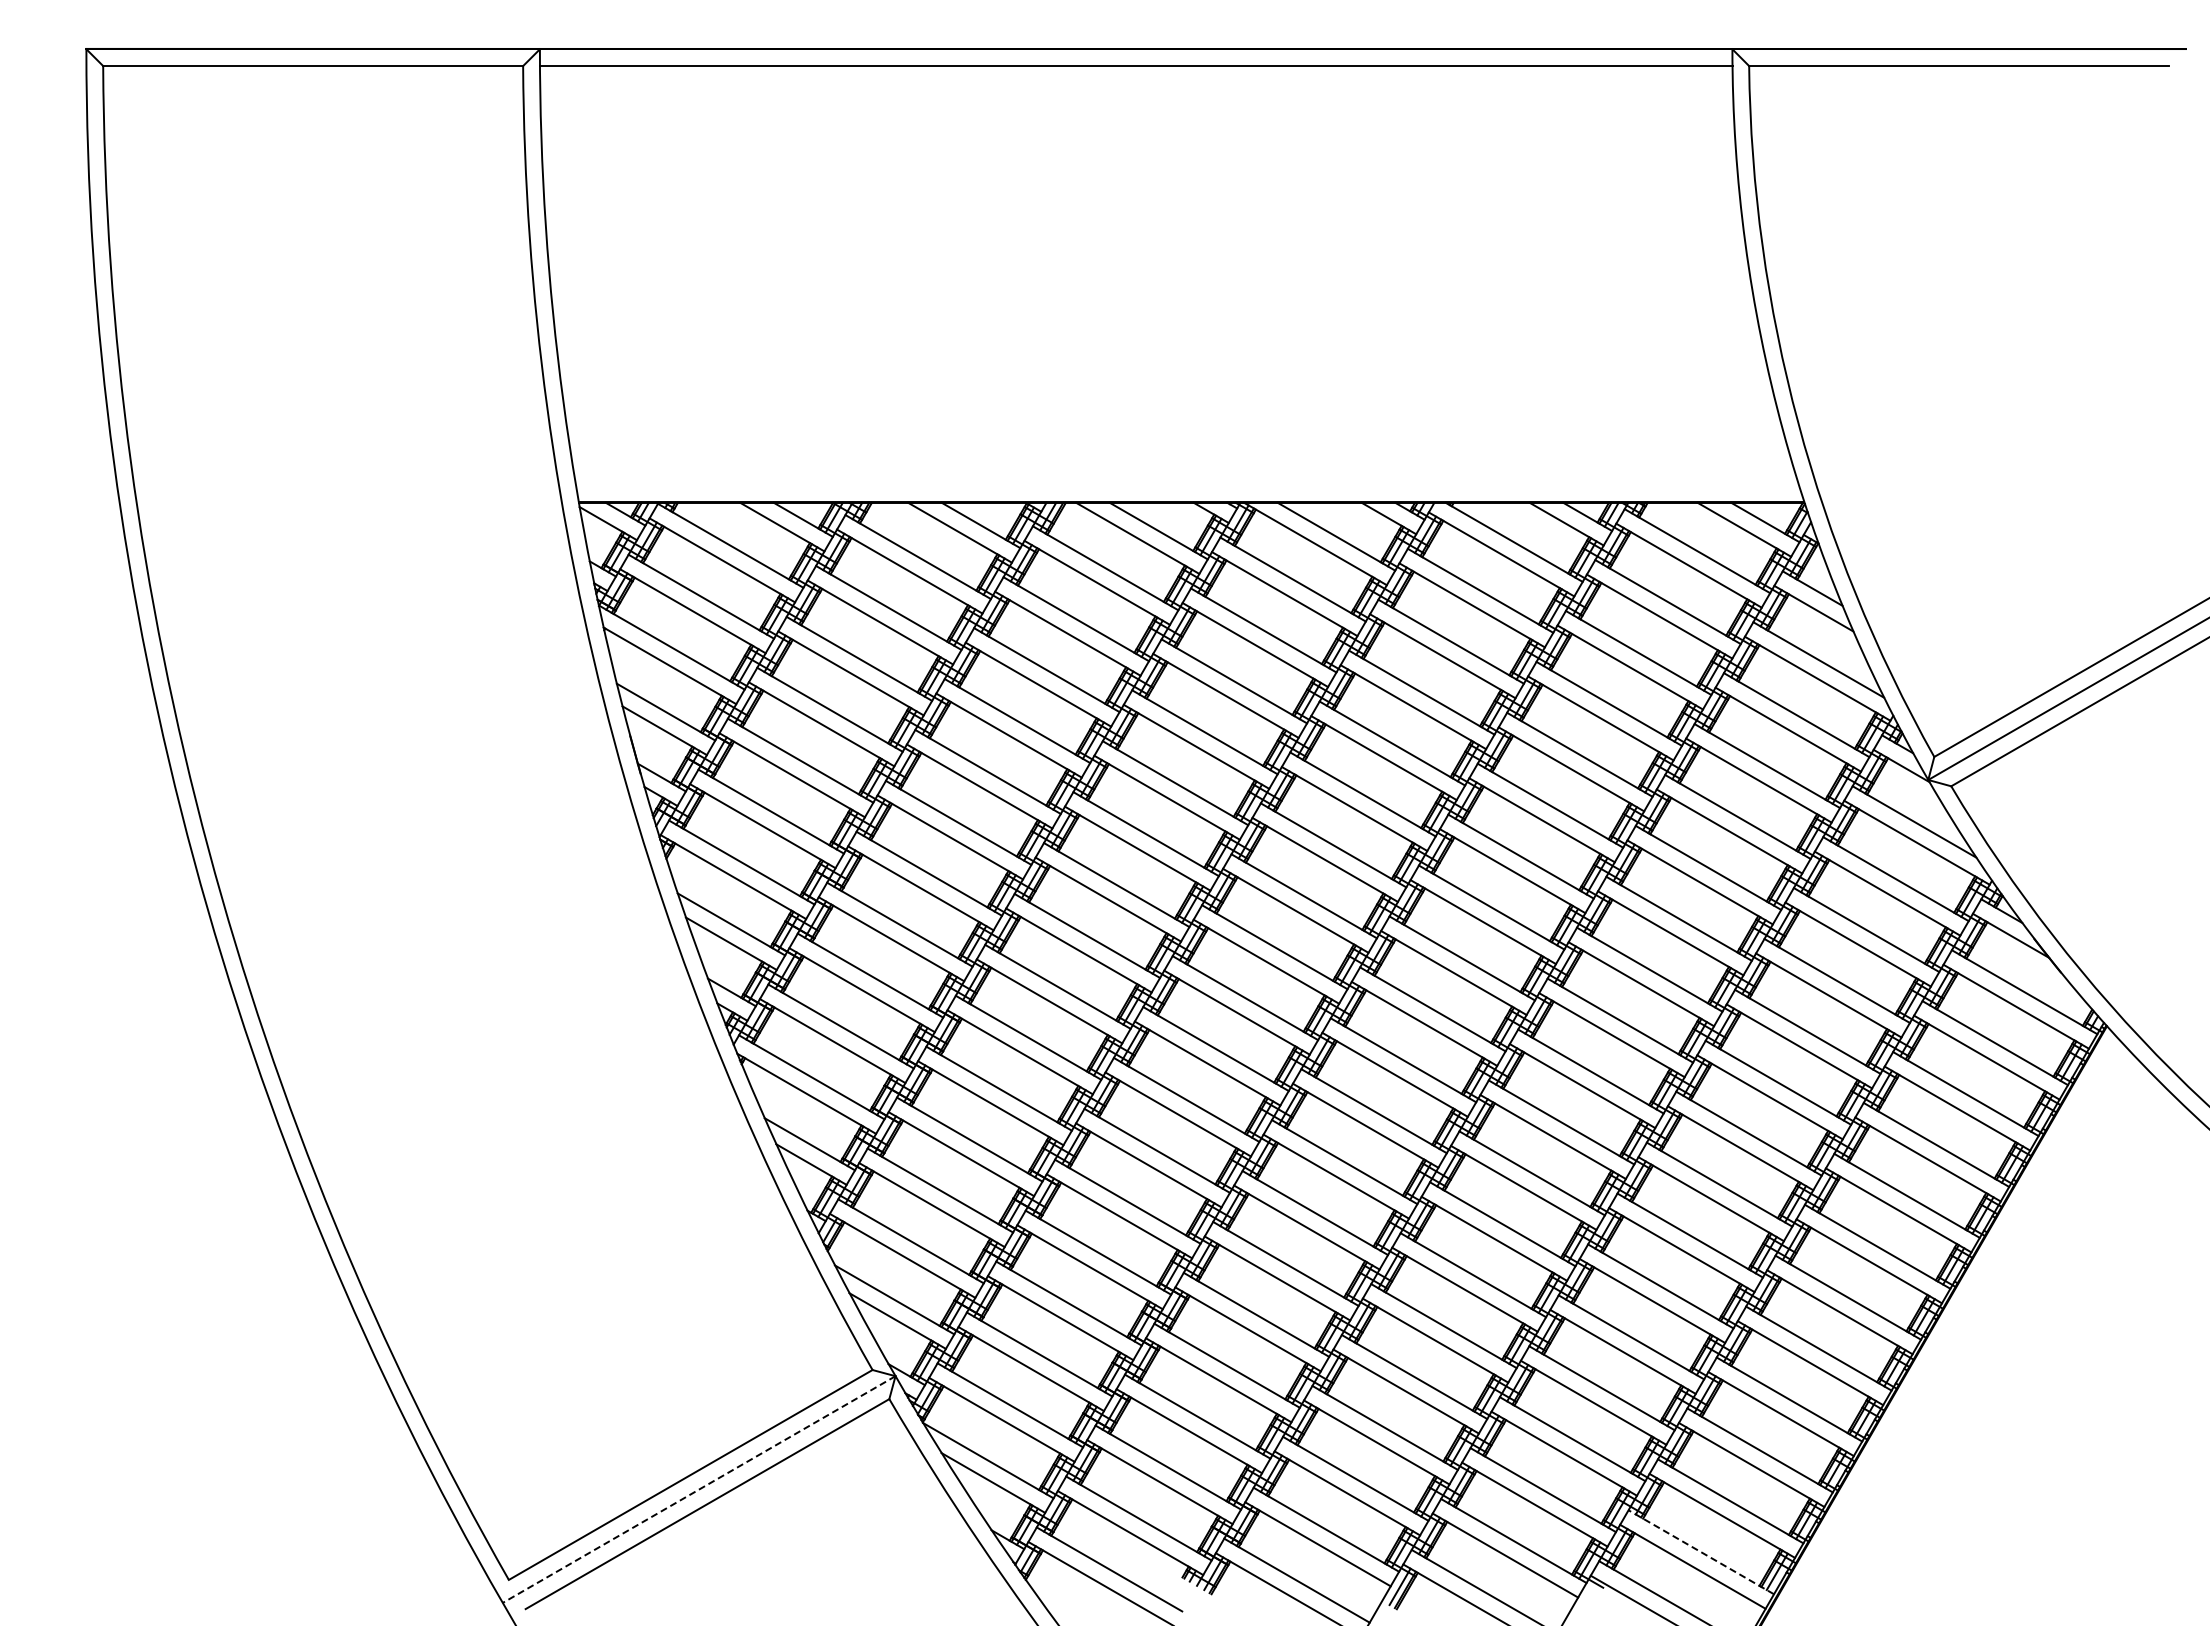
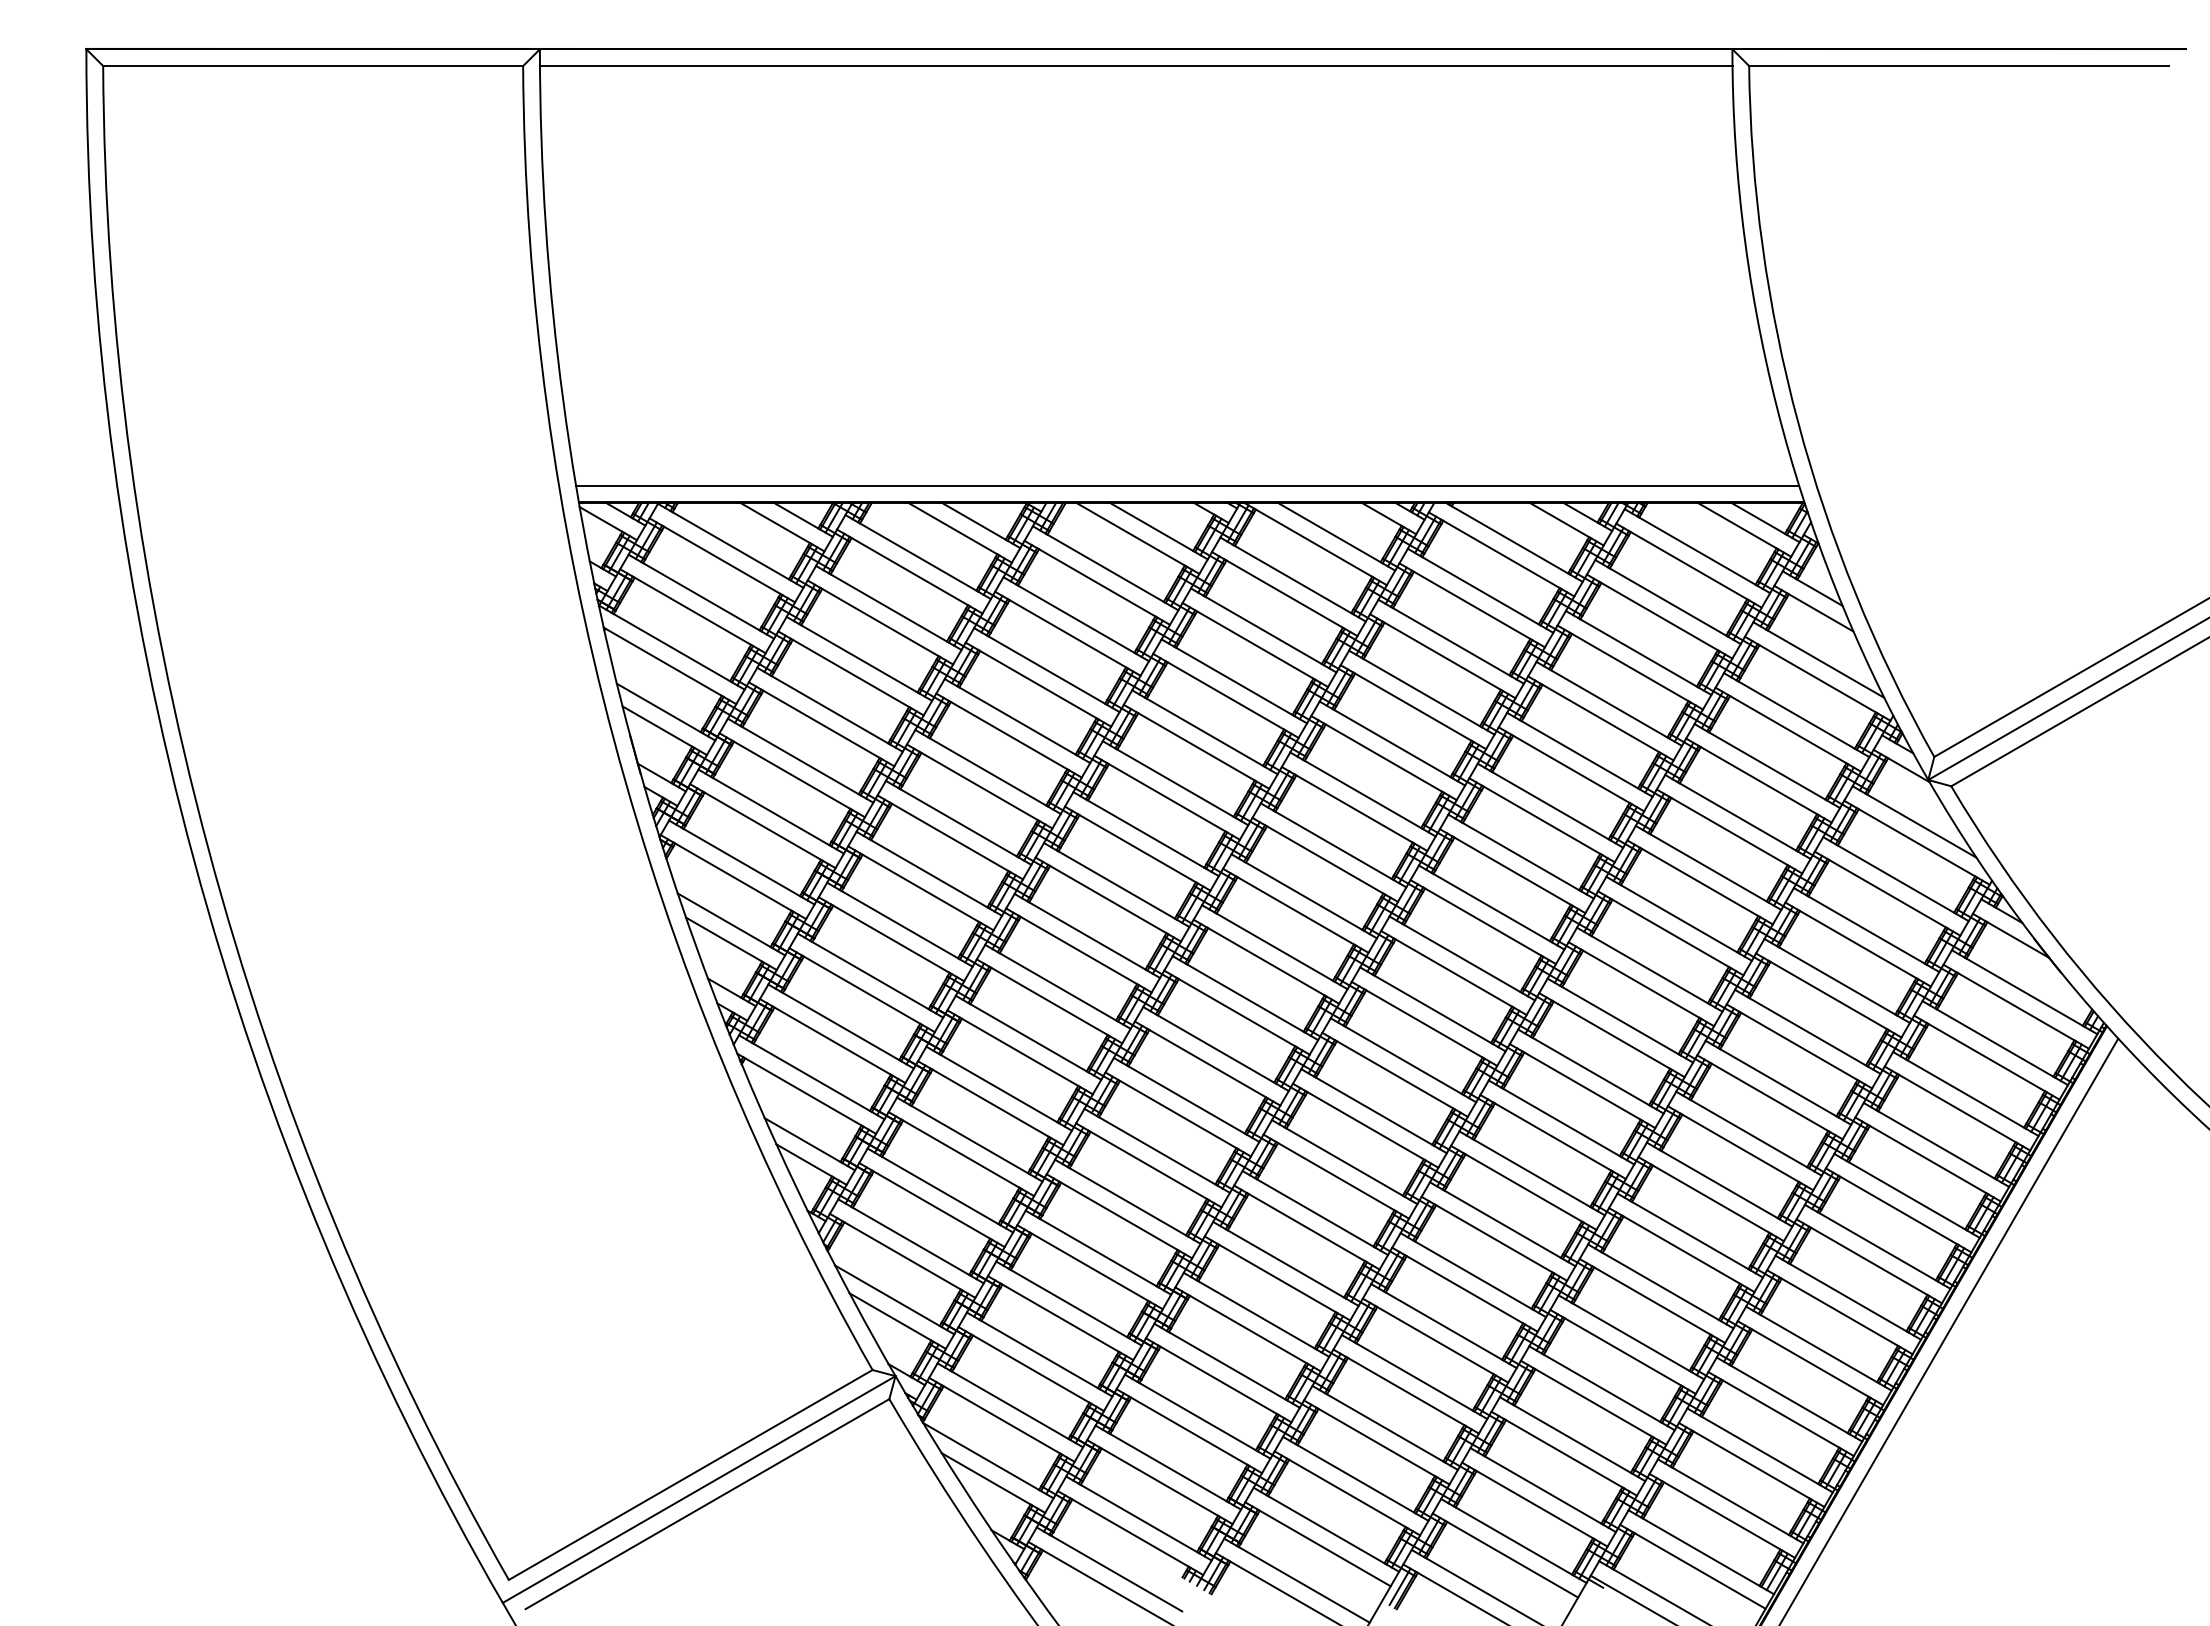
line at (1187, 486): none -> present
line at (1949, 1330): none -> present
line at (699, 1489): dashed -> solid
line at (1701, 1552): dashed -> solid
